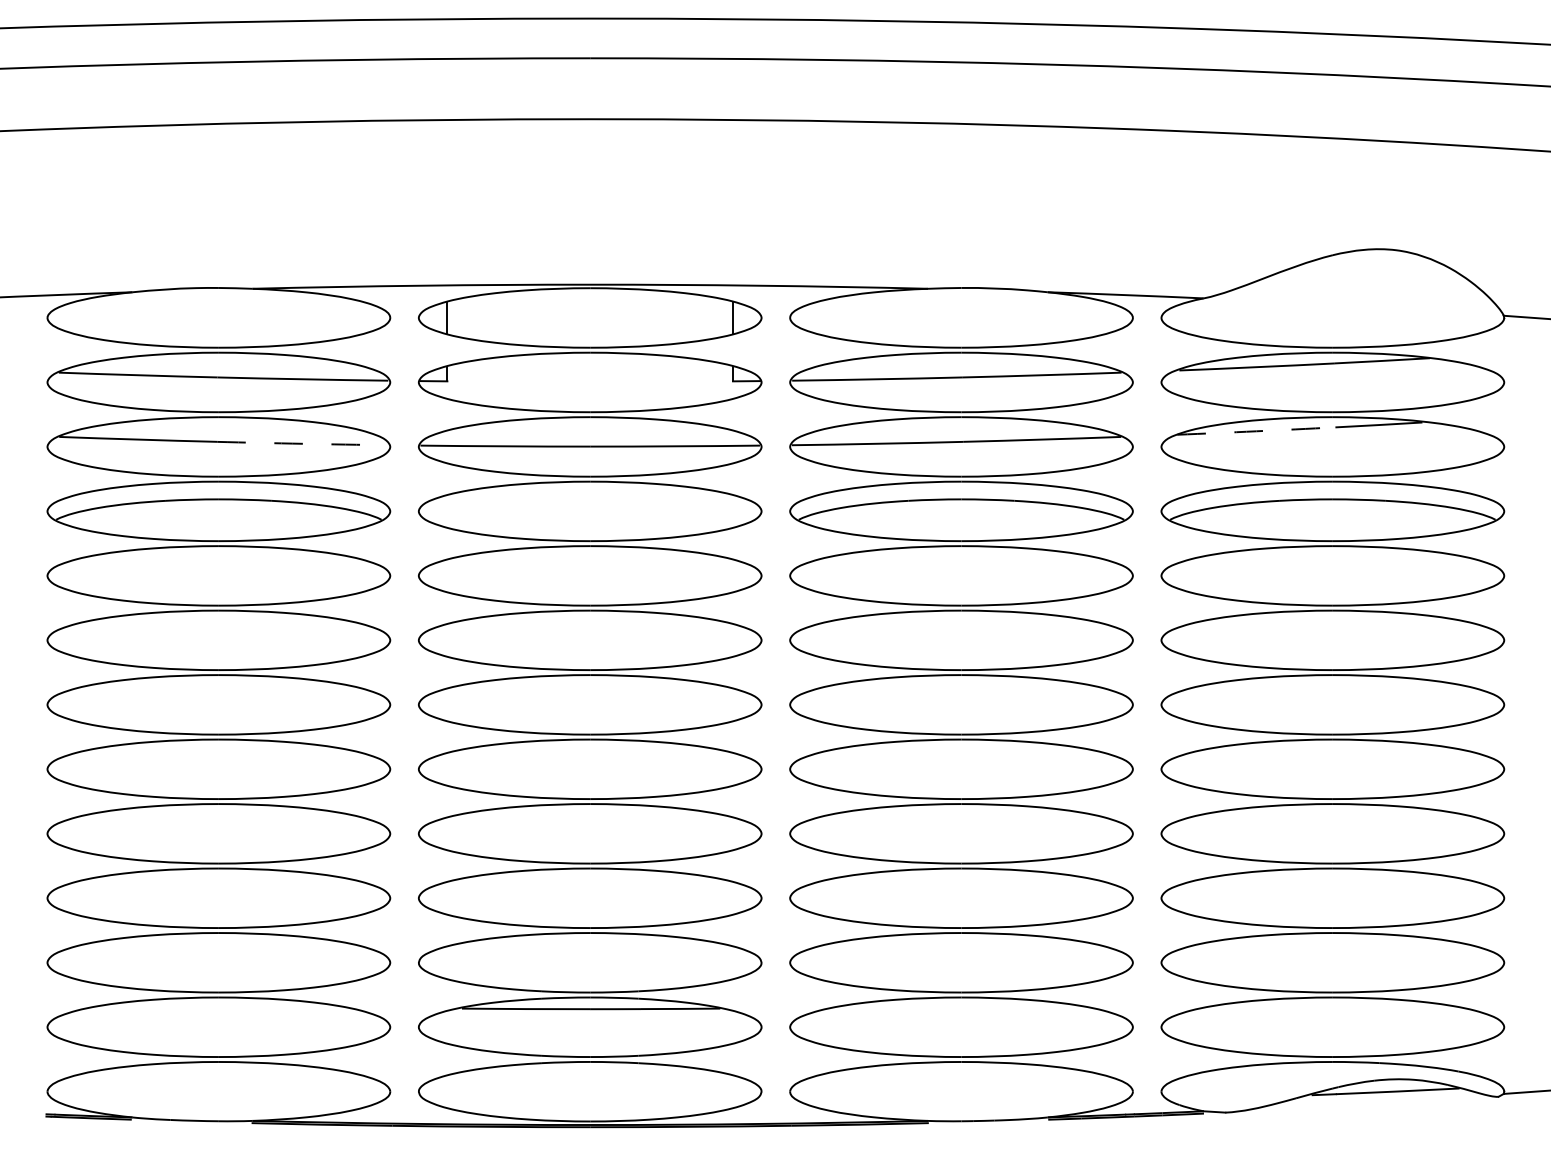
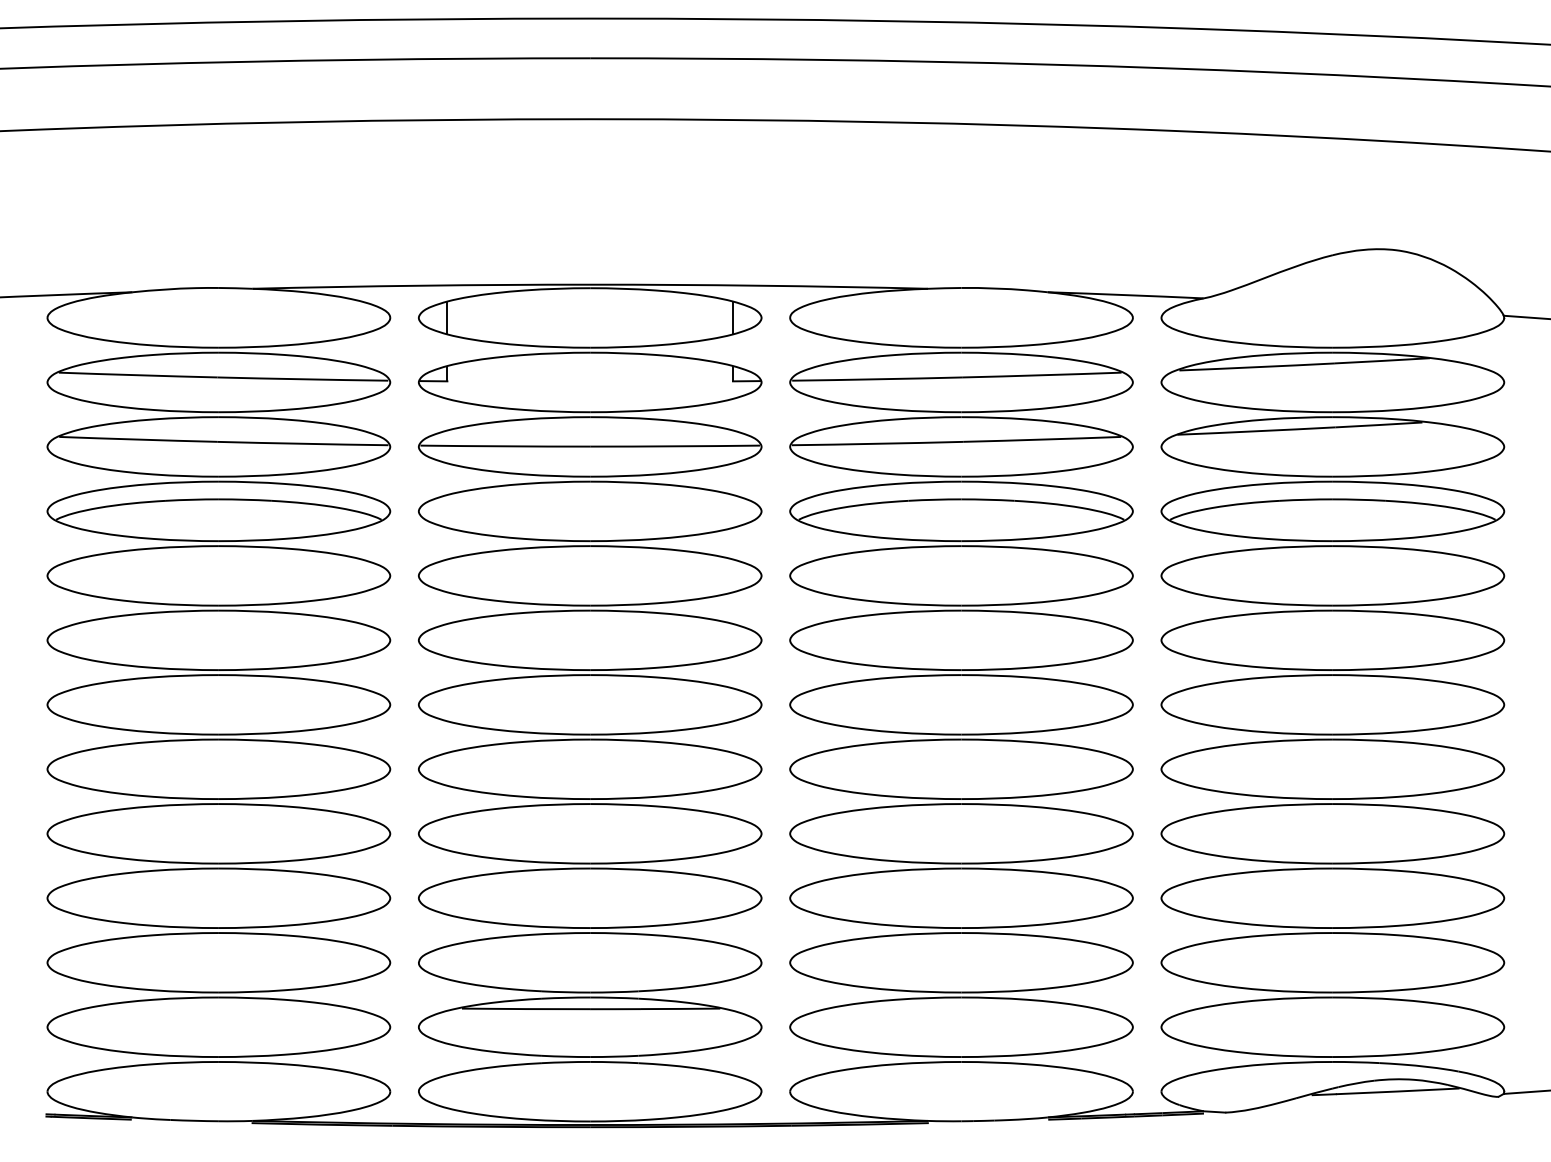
arc at (1256, 431): dashed -> solid
arc at (302, 443): dashed -> solid
